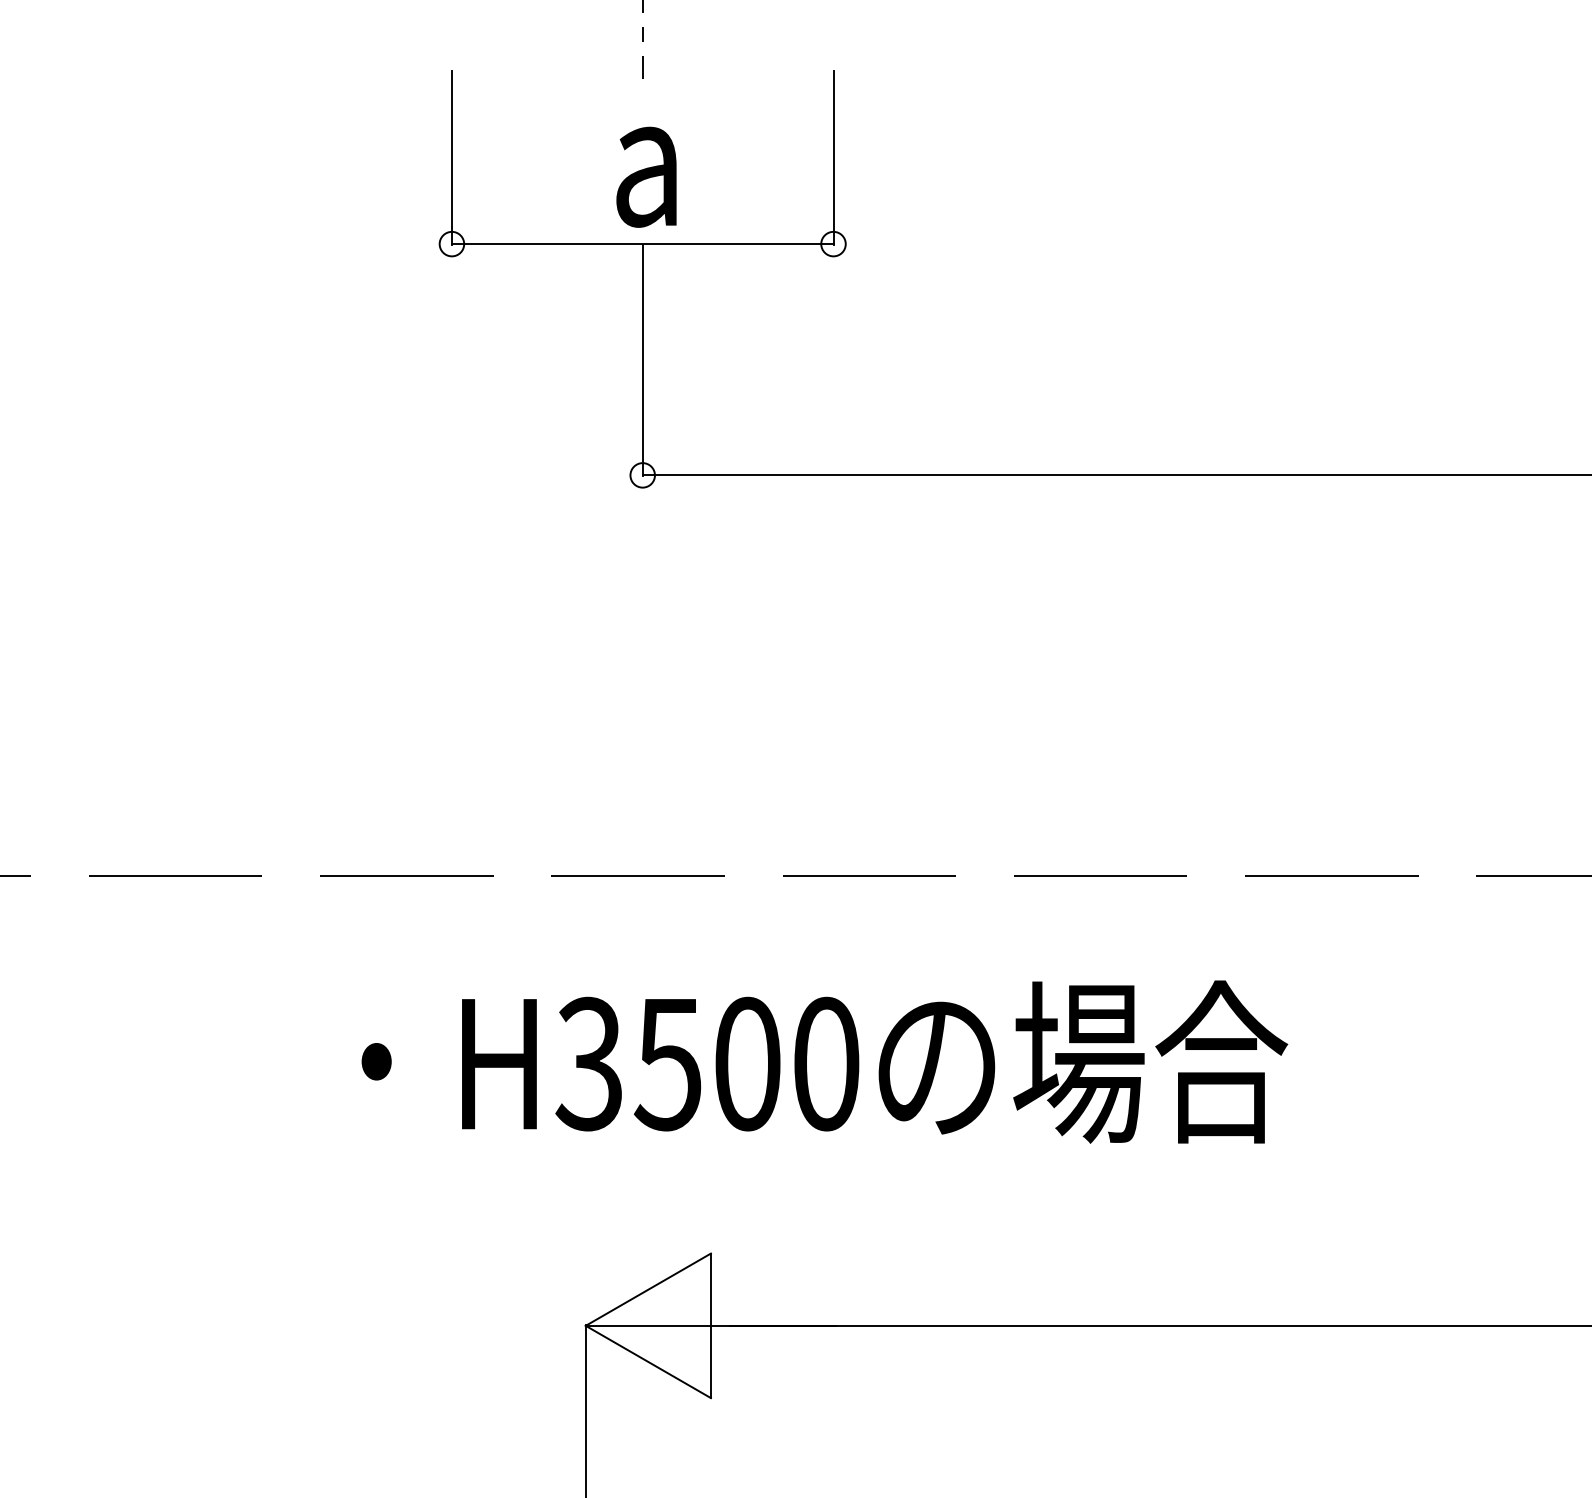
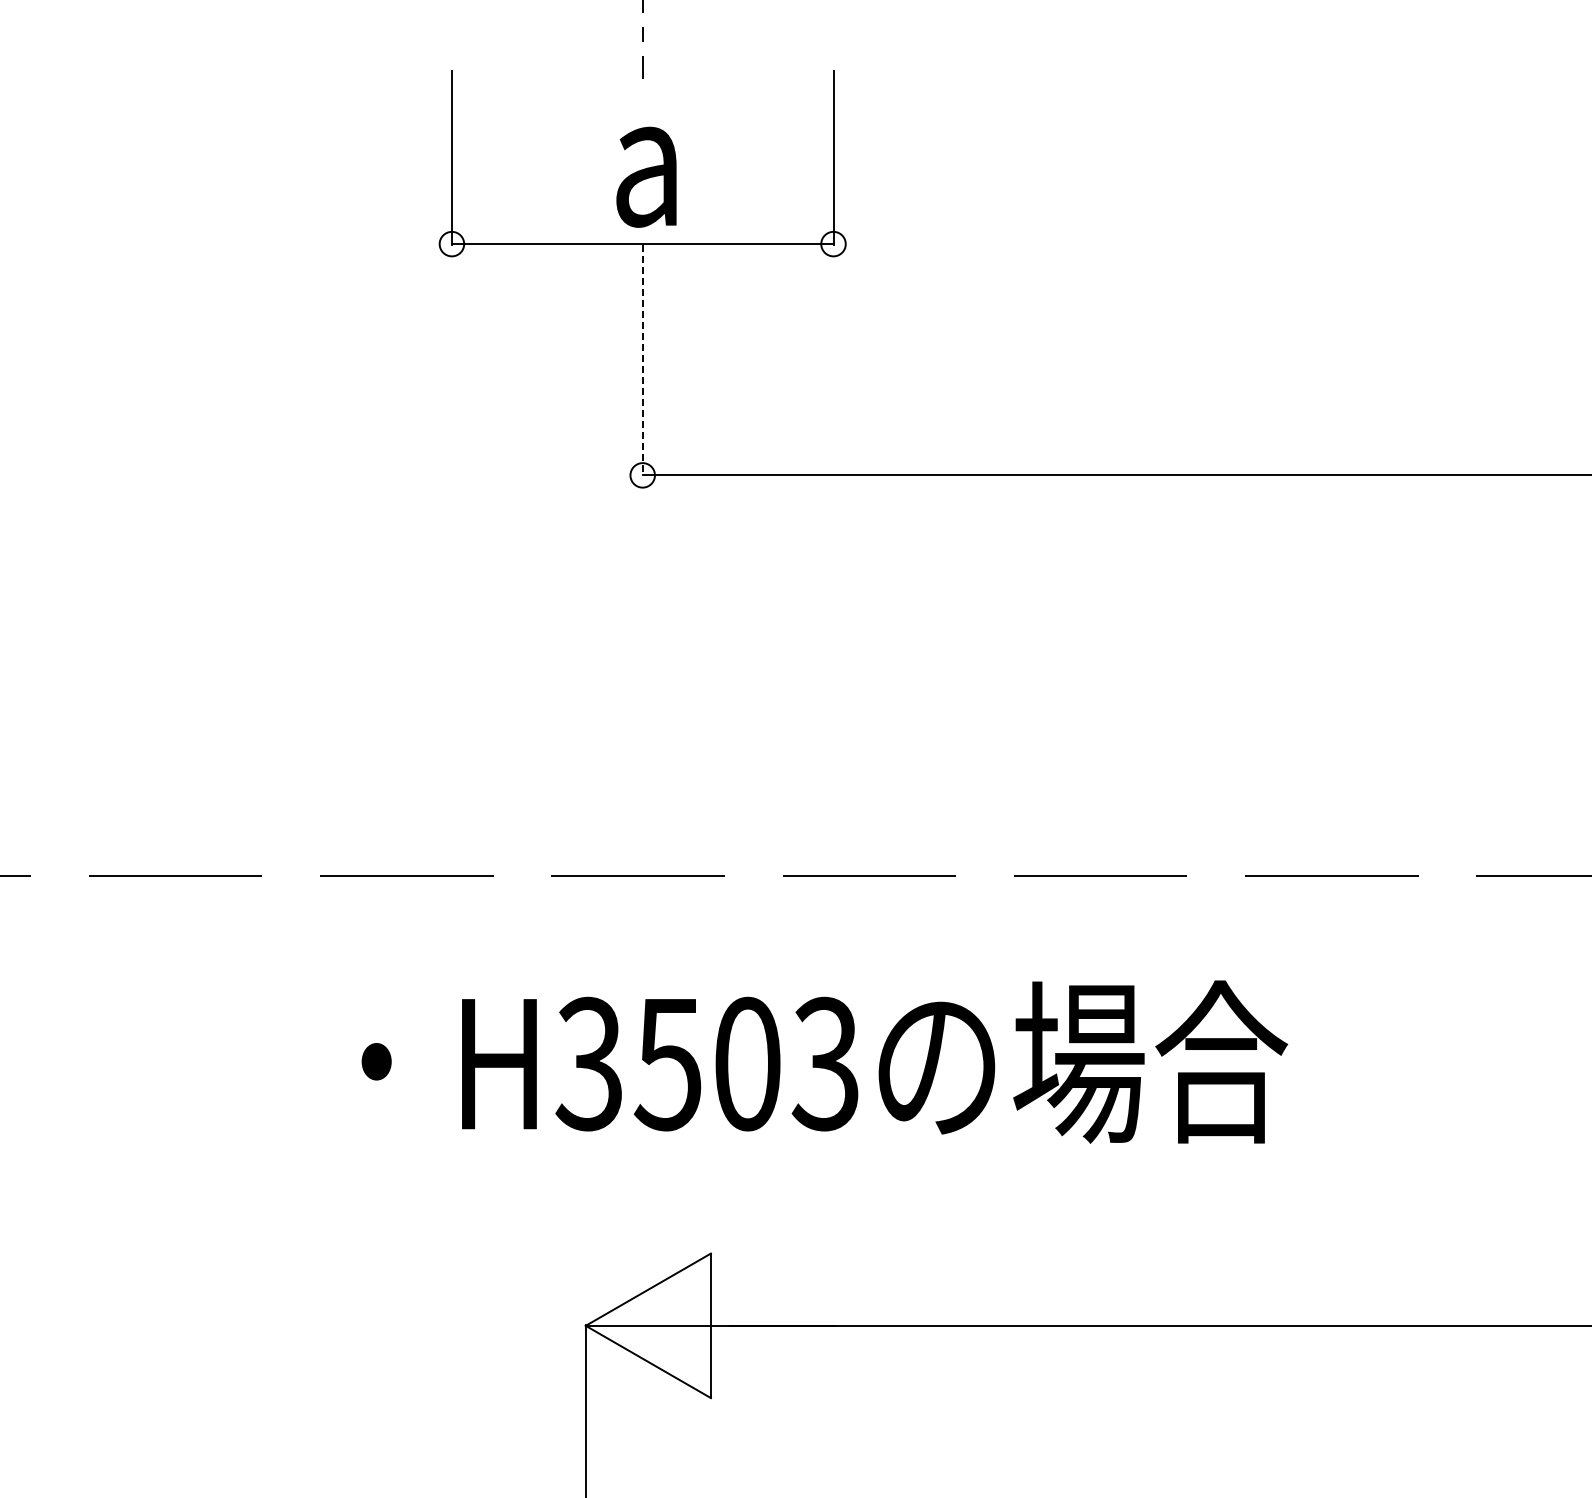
line at (642, 360): solid -> dashed
text at (825, 1063): H3500 -> H3503
